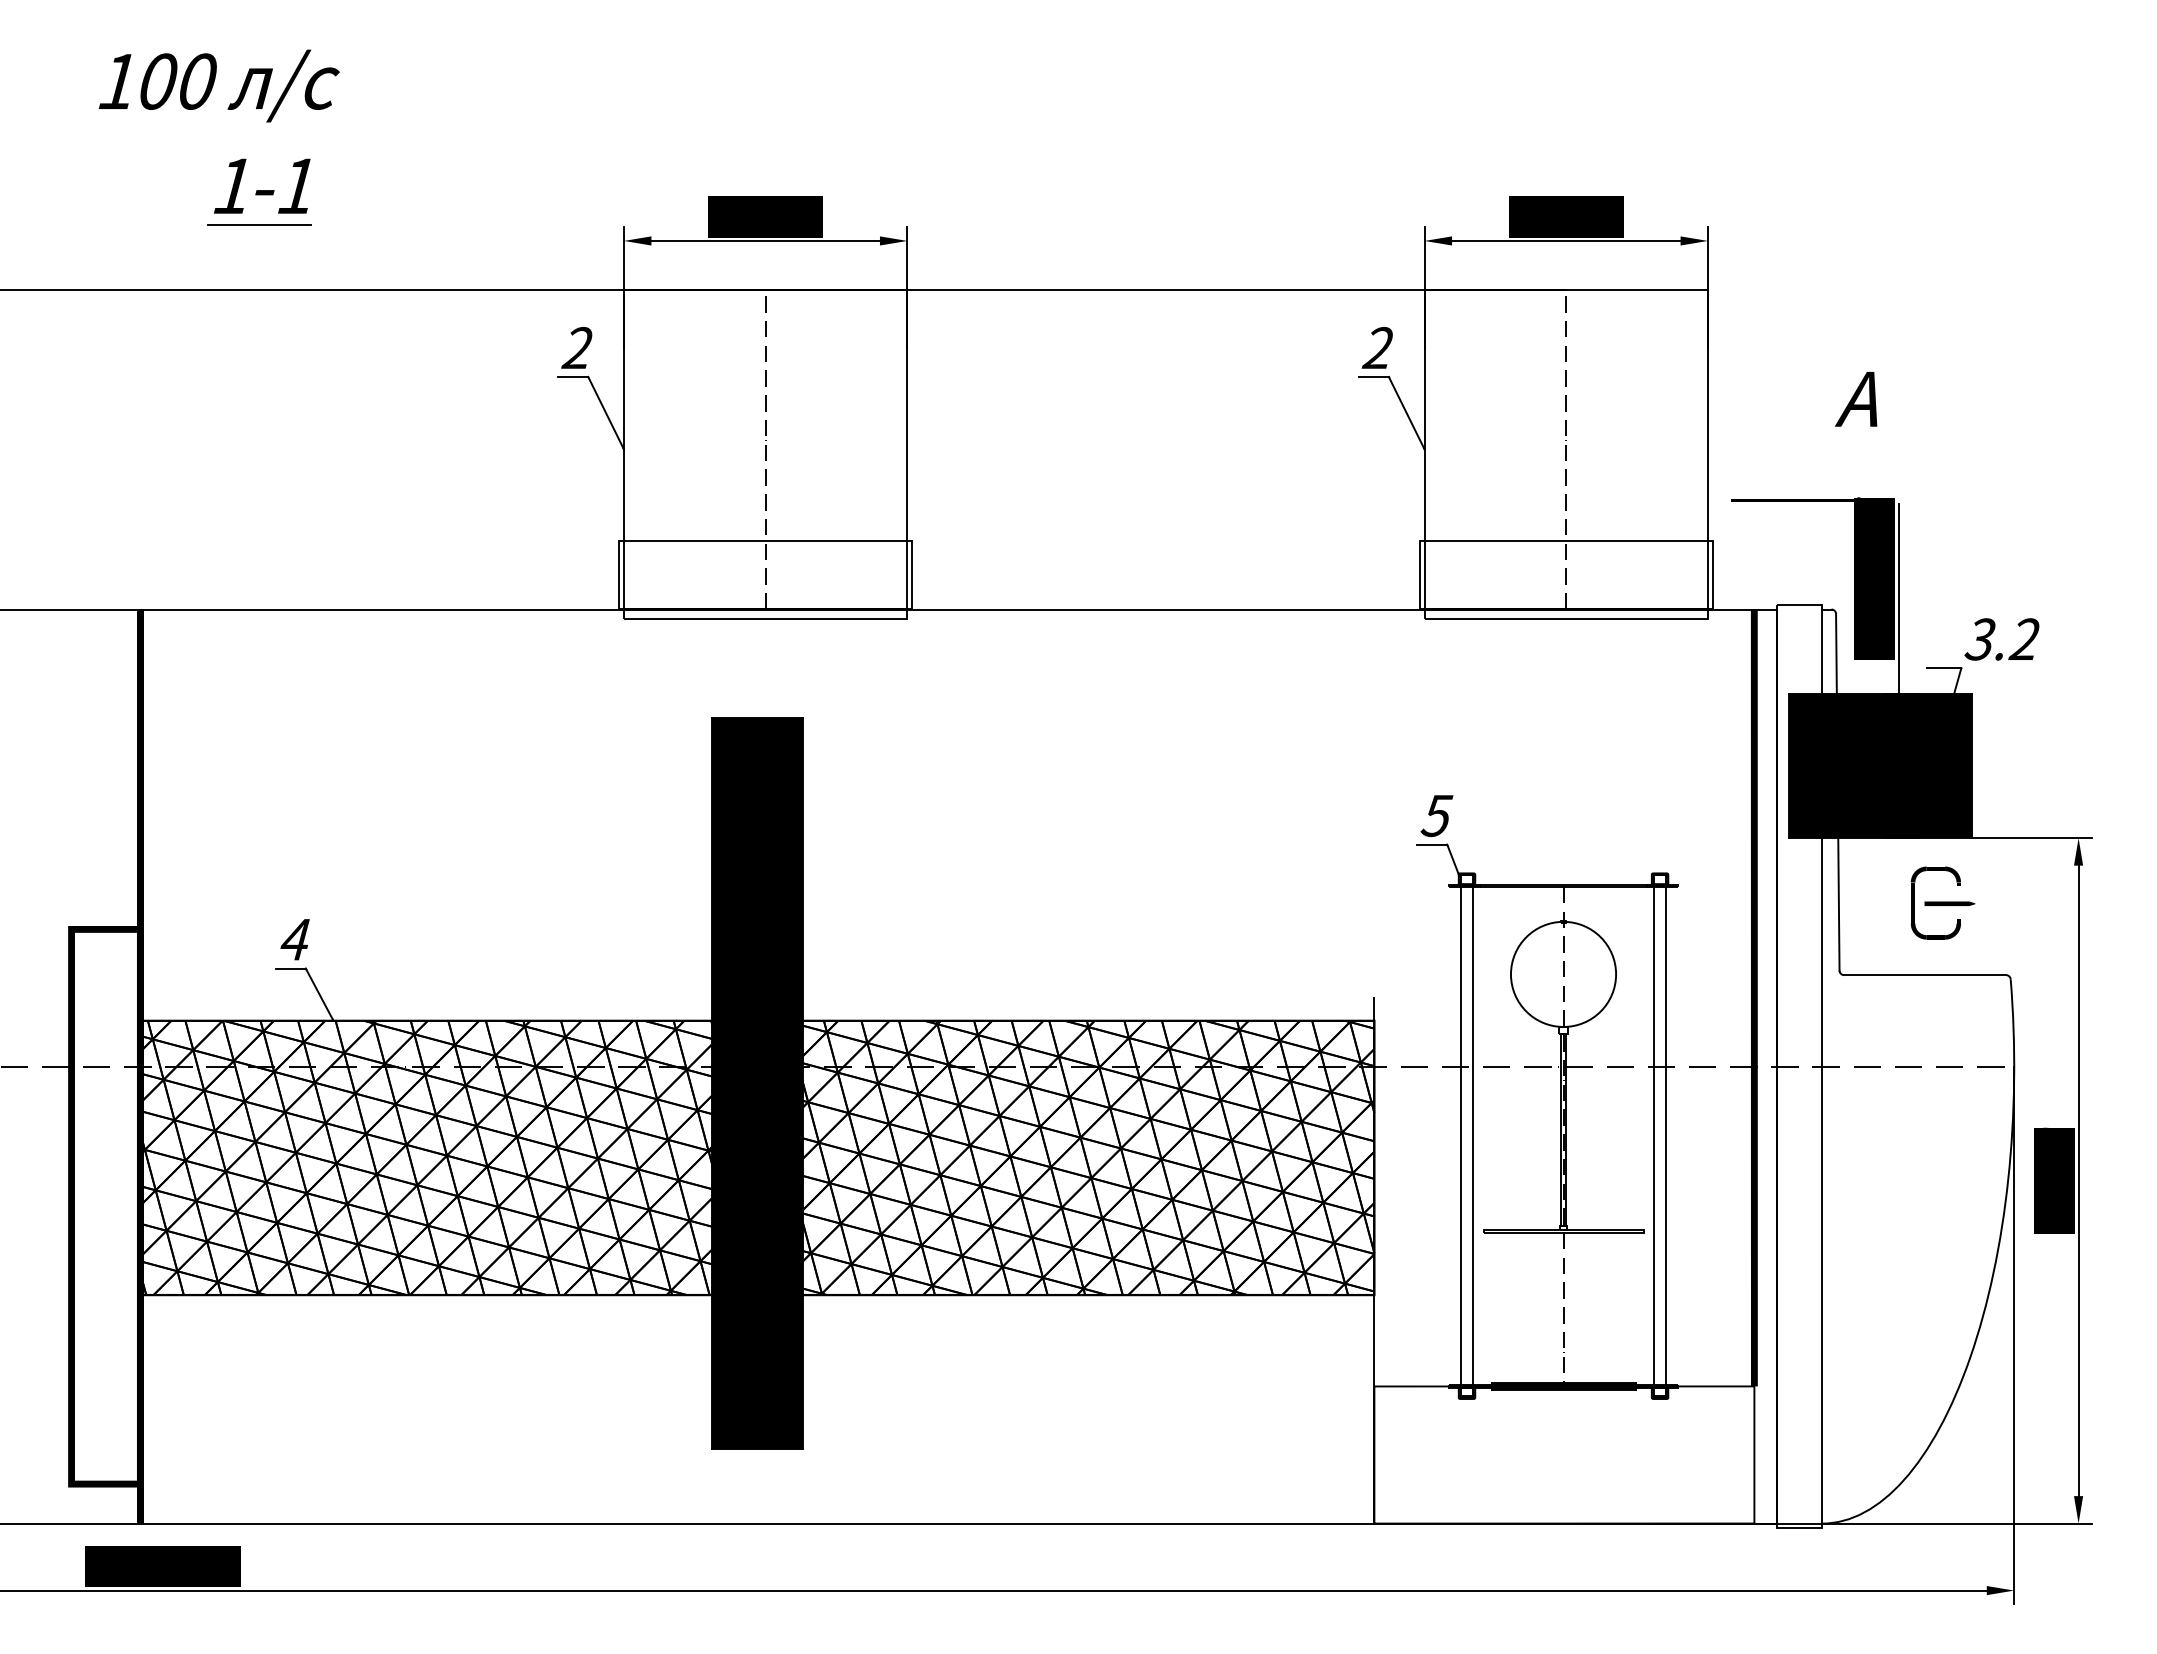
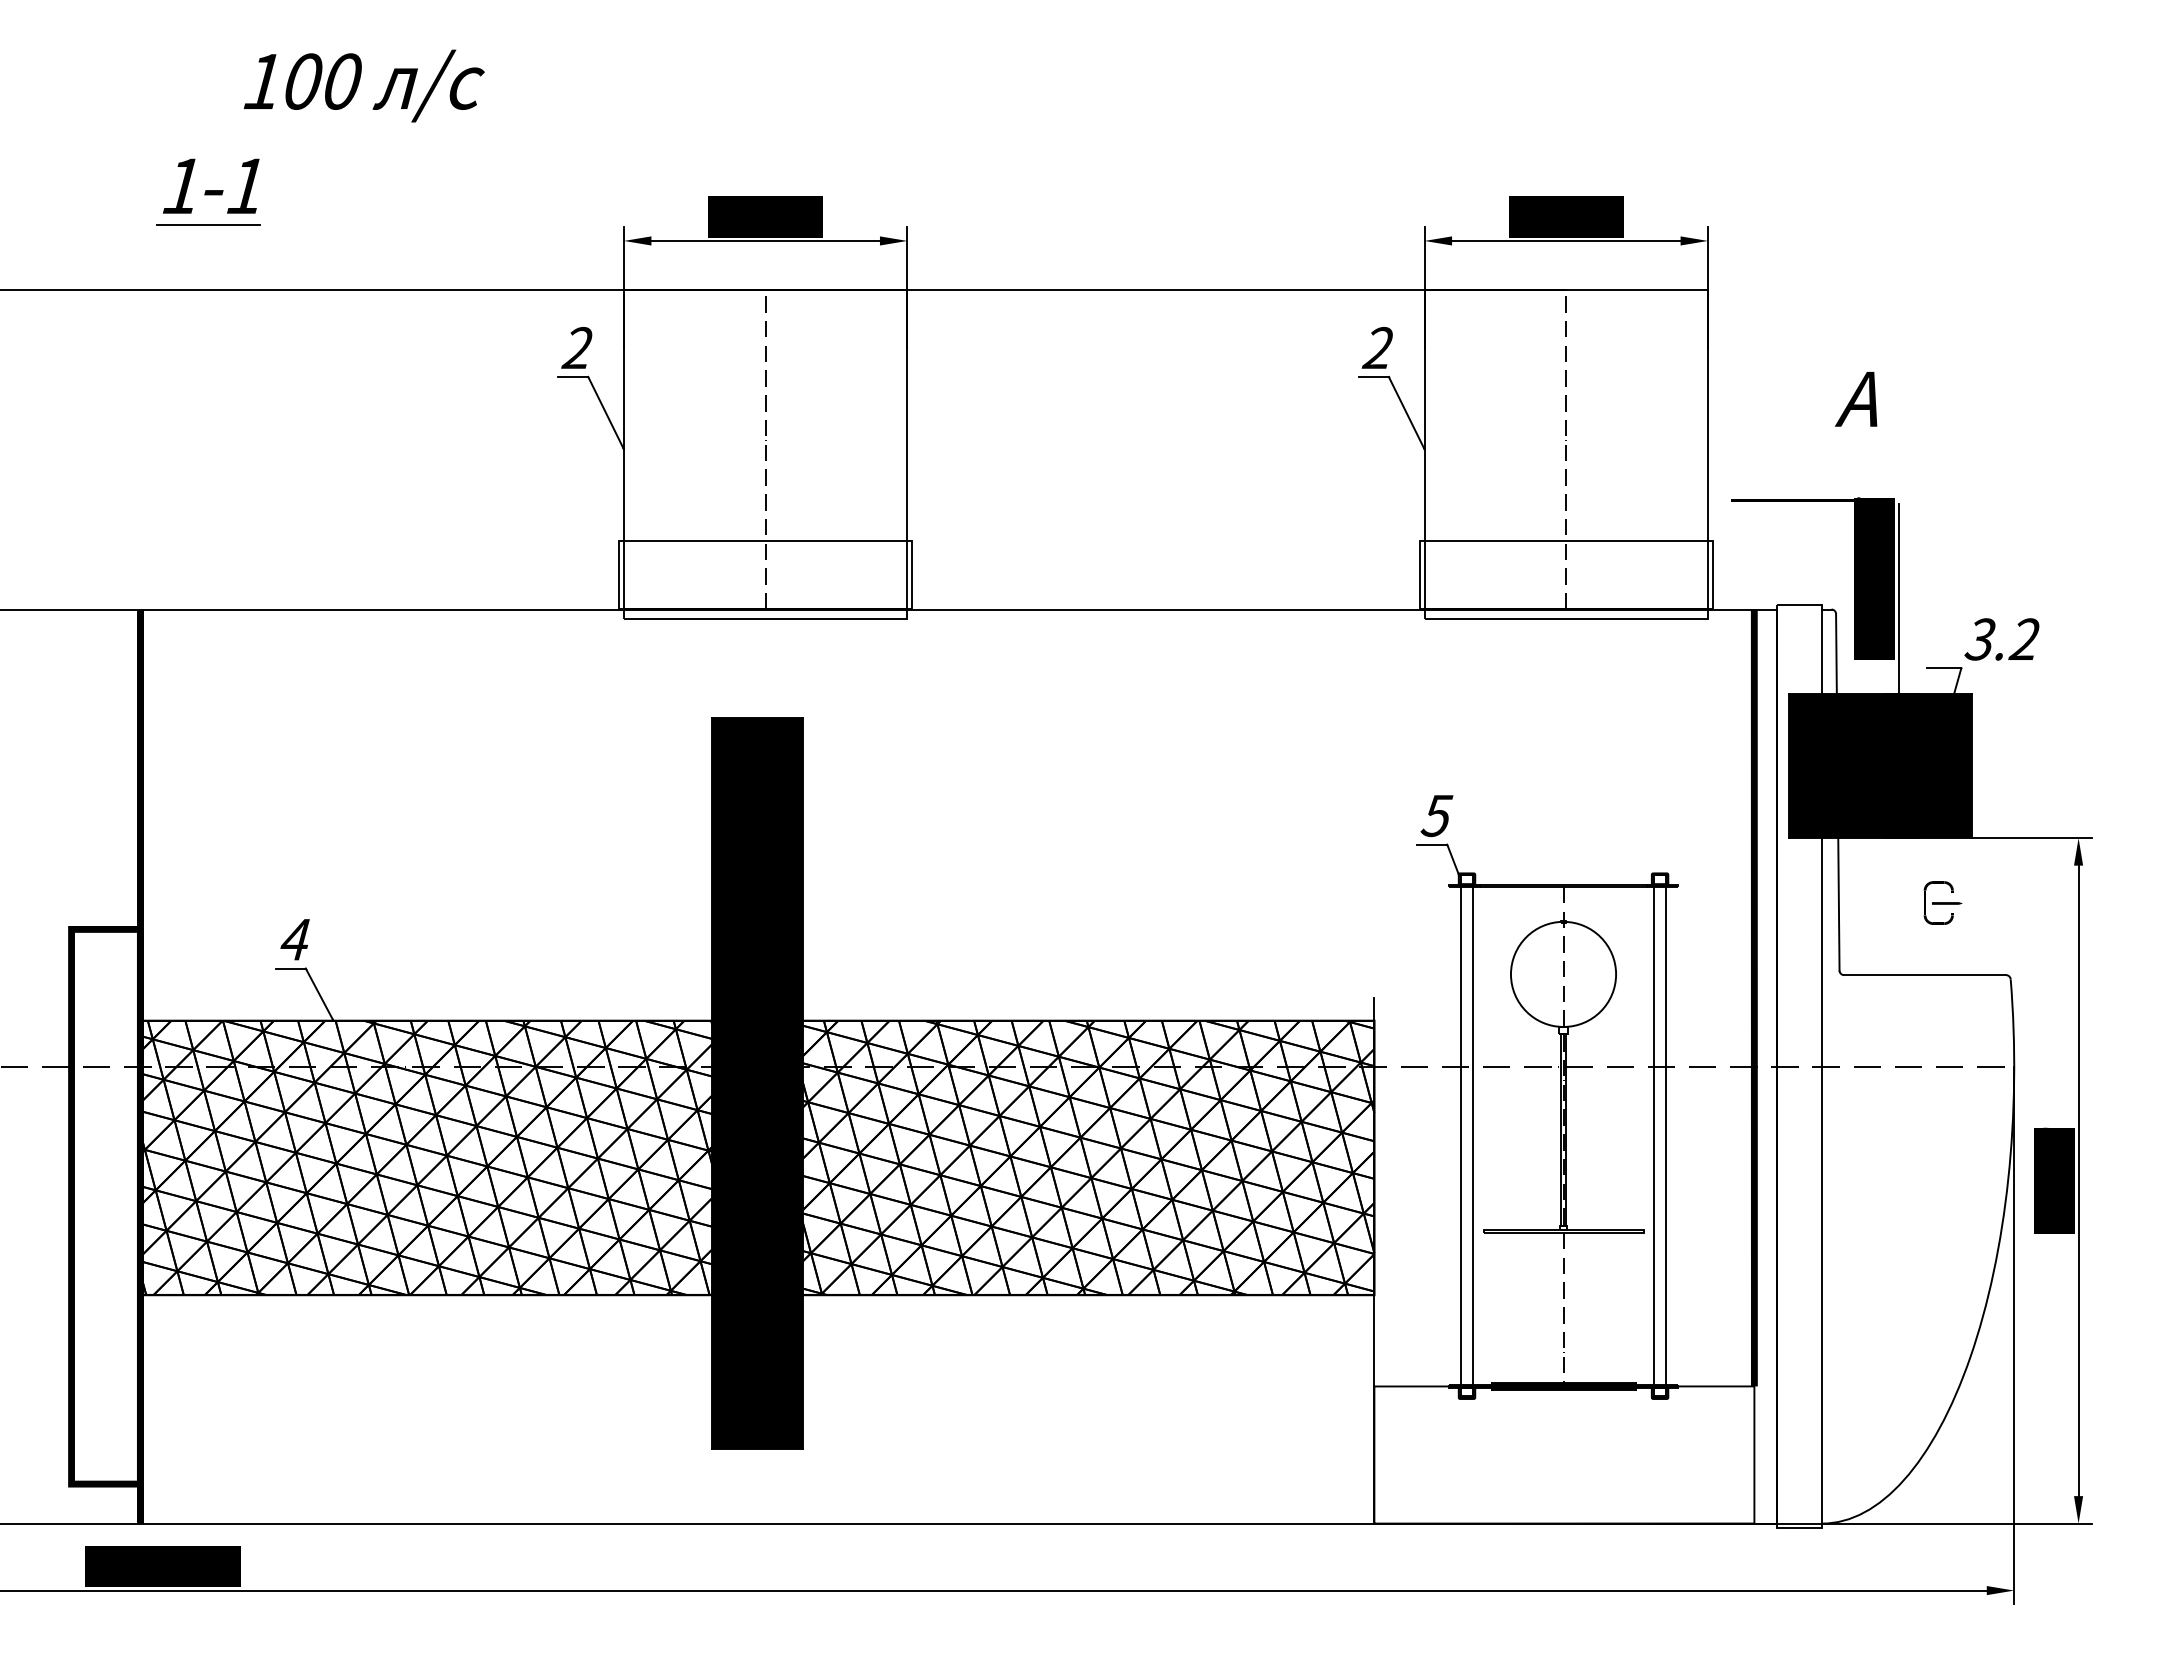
text at (218, 85) position: (218, 85) -> (363, 85)
part at (259, 191) position: (259, 191) -> (208, 191)
part at (1942, 902) size: 66x74 px -> 40x44 px
